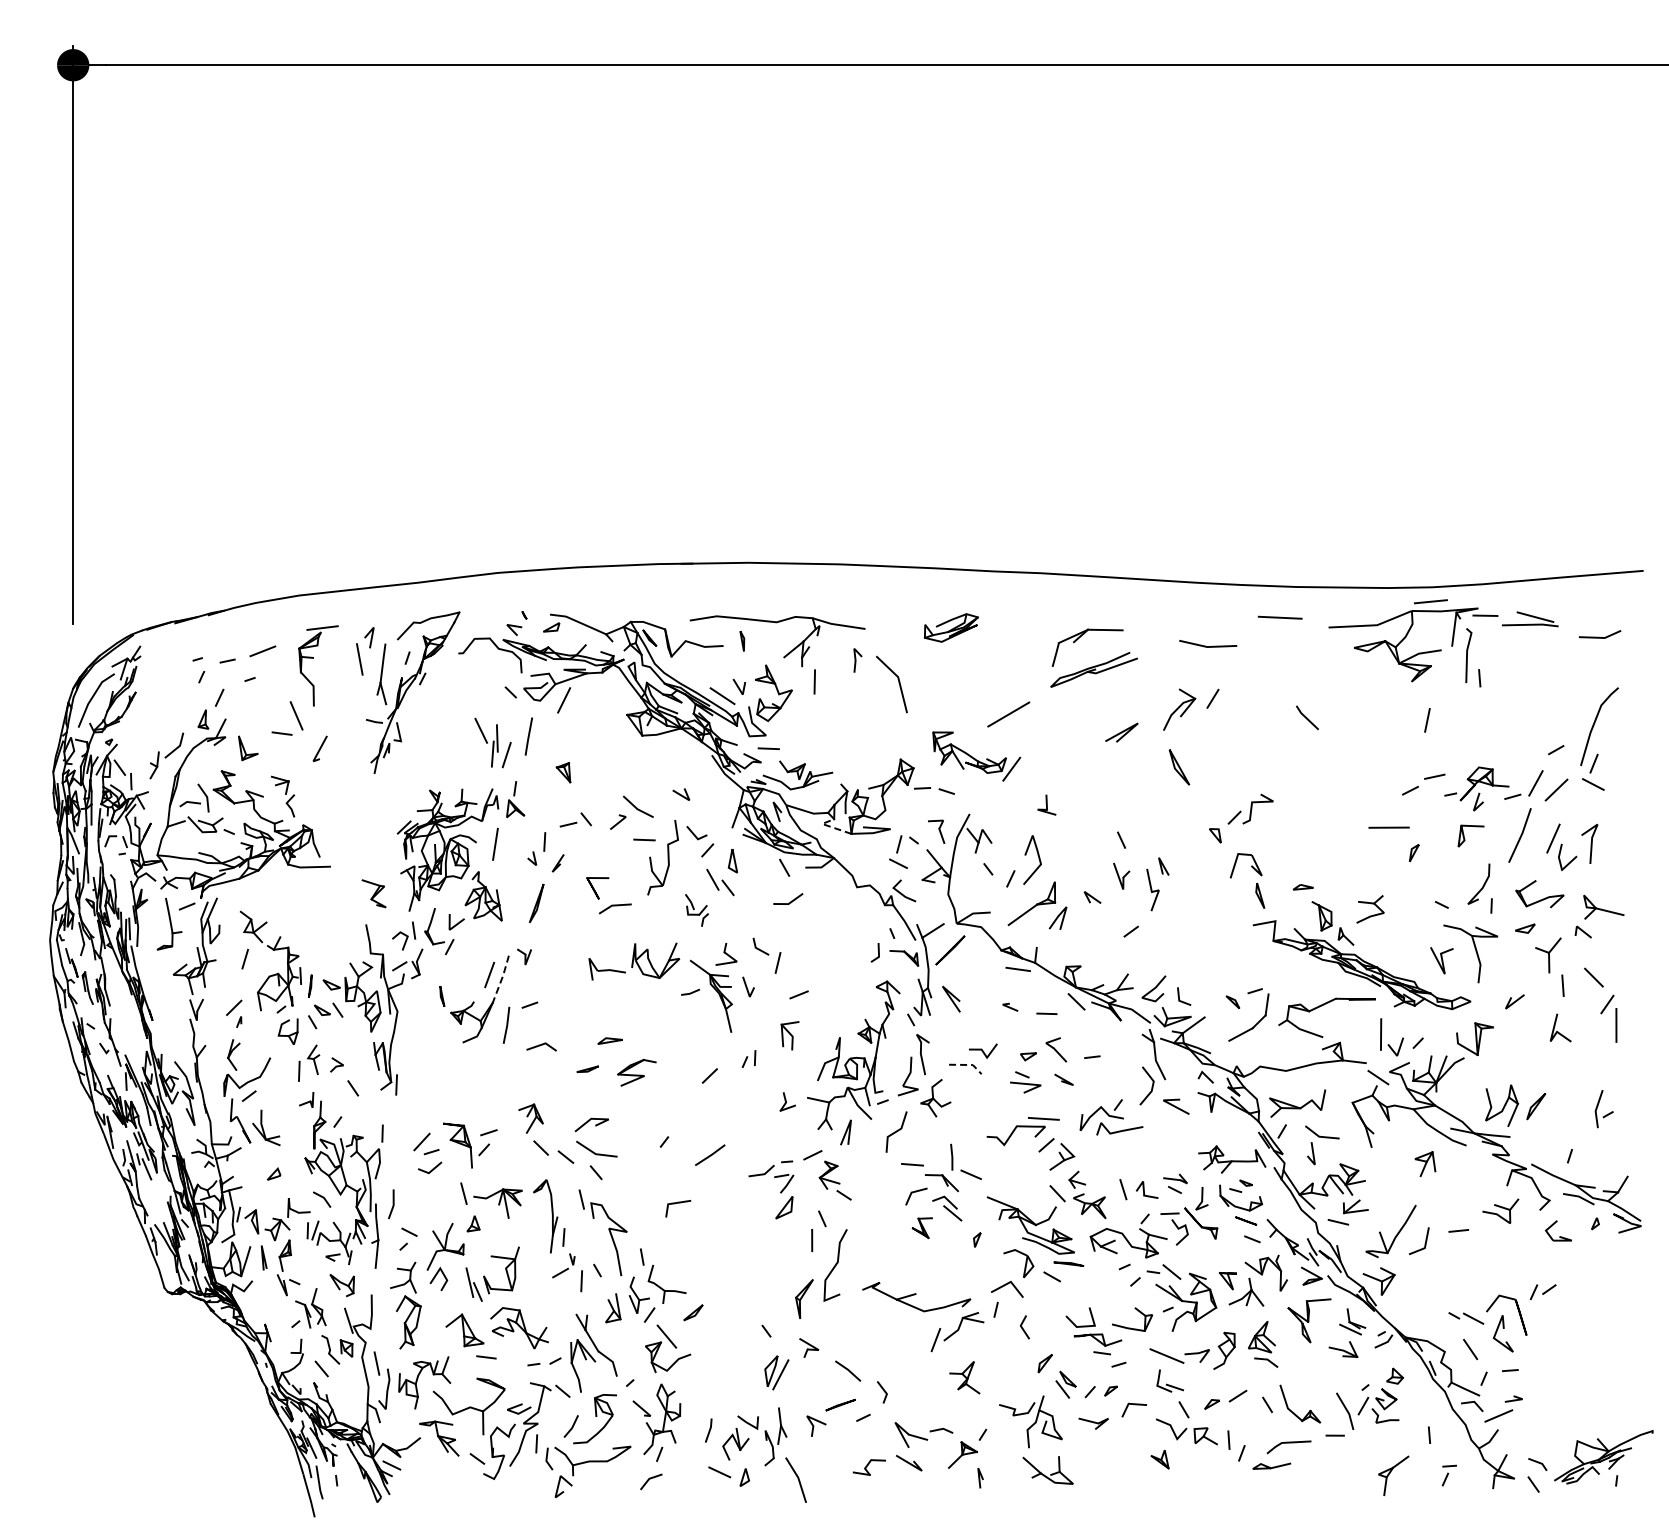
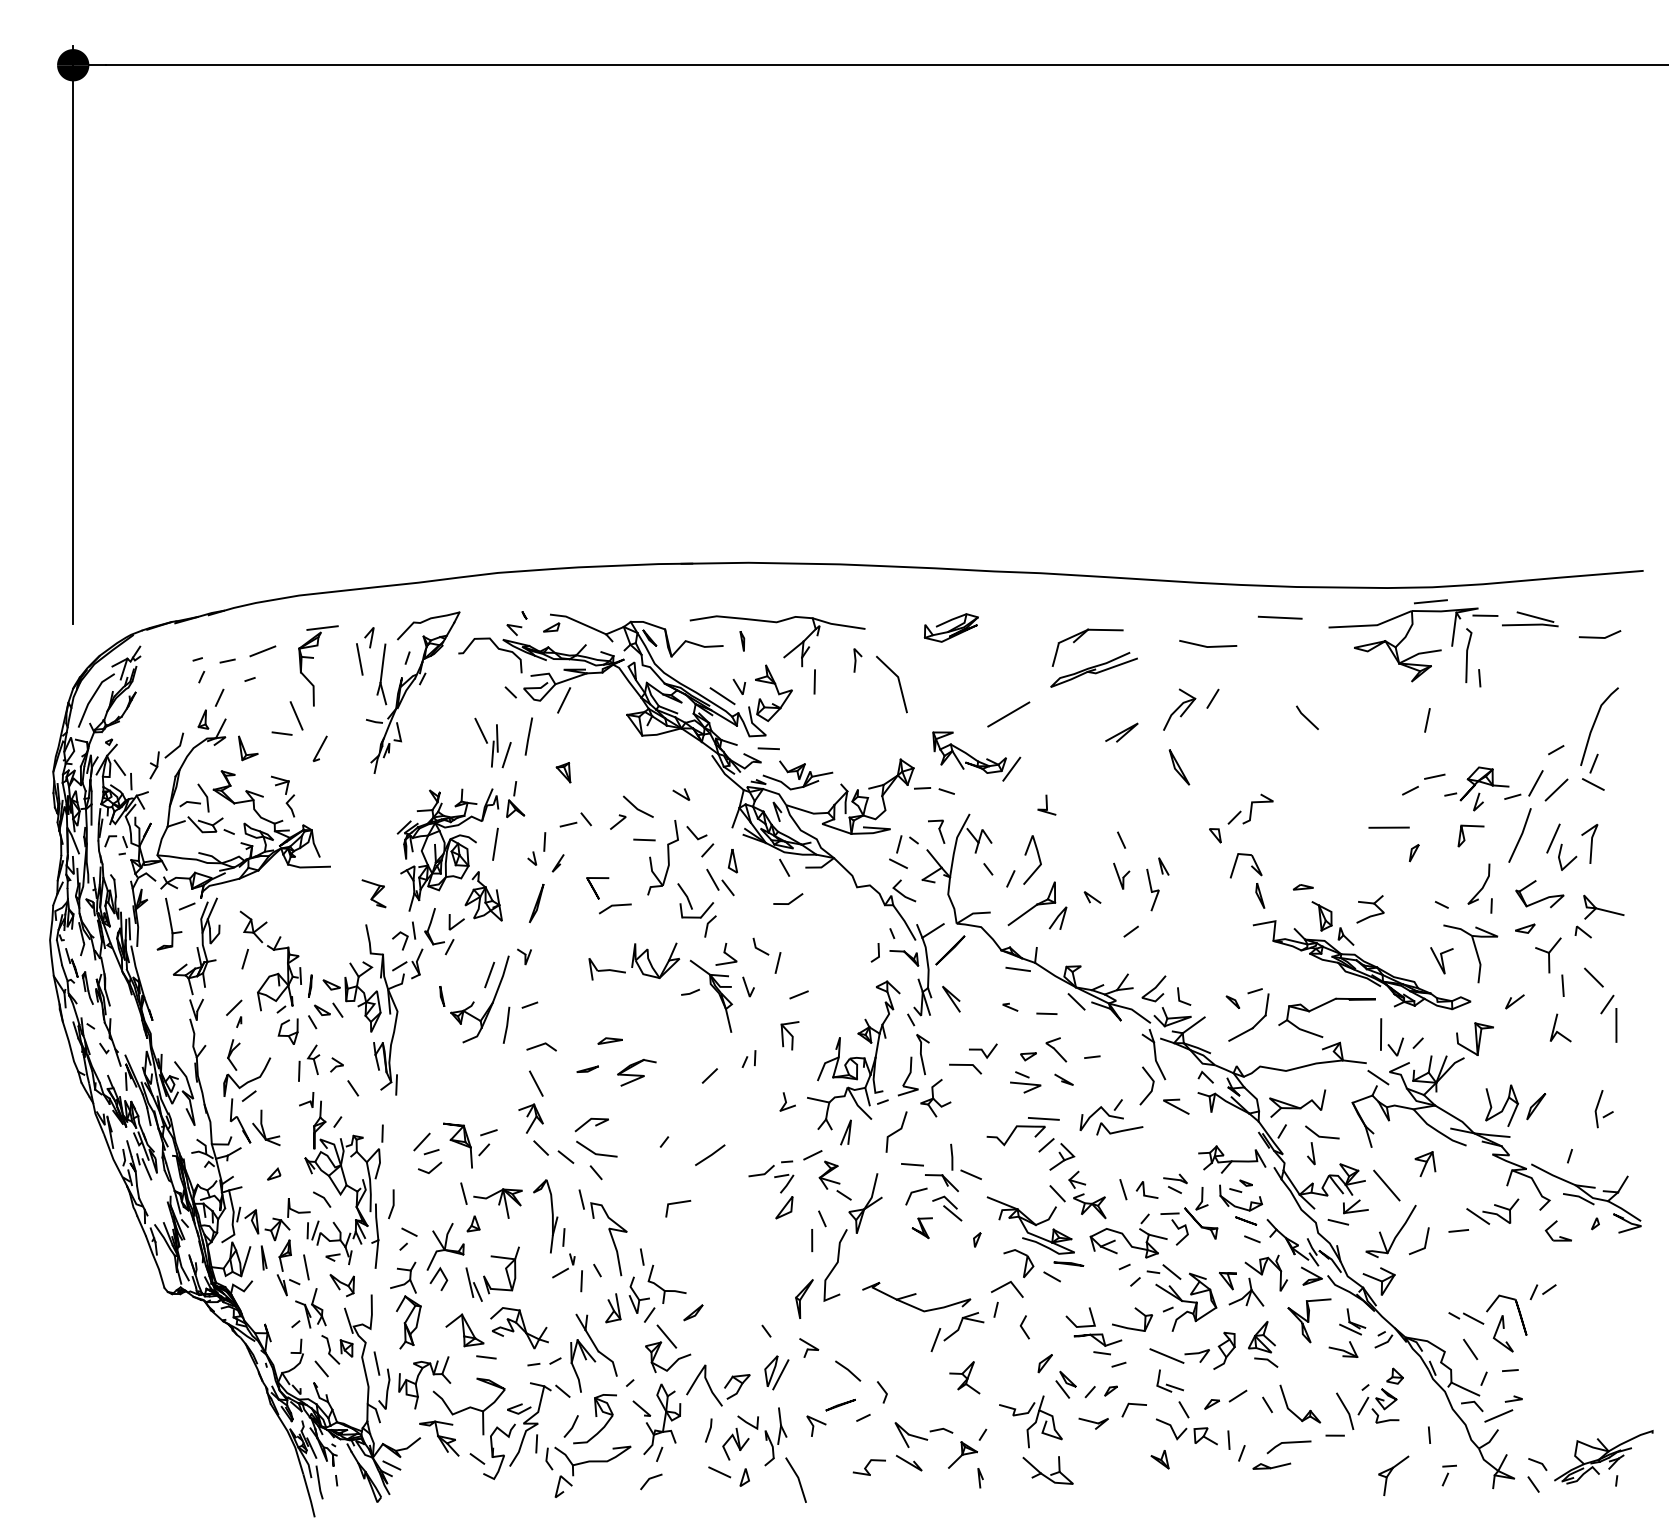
line at (829, 826): dashed -> solid
part at (696, 910) size: 24x33 px -> 40x55 px
line at (501, 979): dashed -> solid
line at (967, 1064): dashed -> solid
line at (536, 1083): none -> present
line at (1386, 1185): none -> present
part at (865, 1203): none -> present
line at (1478, 1216): none -> present
line at (306, 1267): none -> present
part at (724, 1386): none -> present
